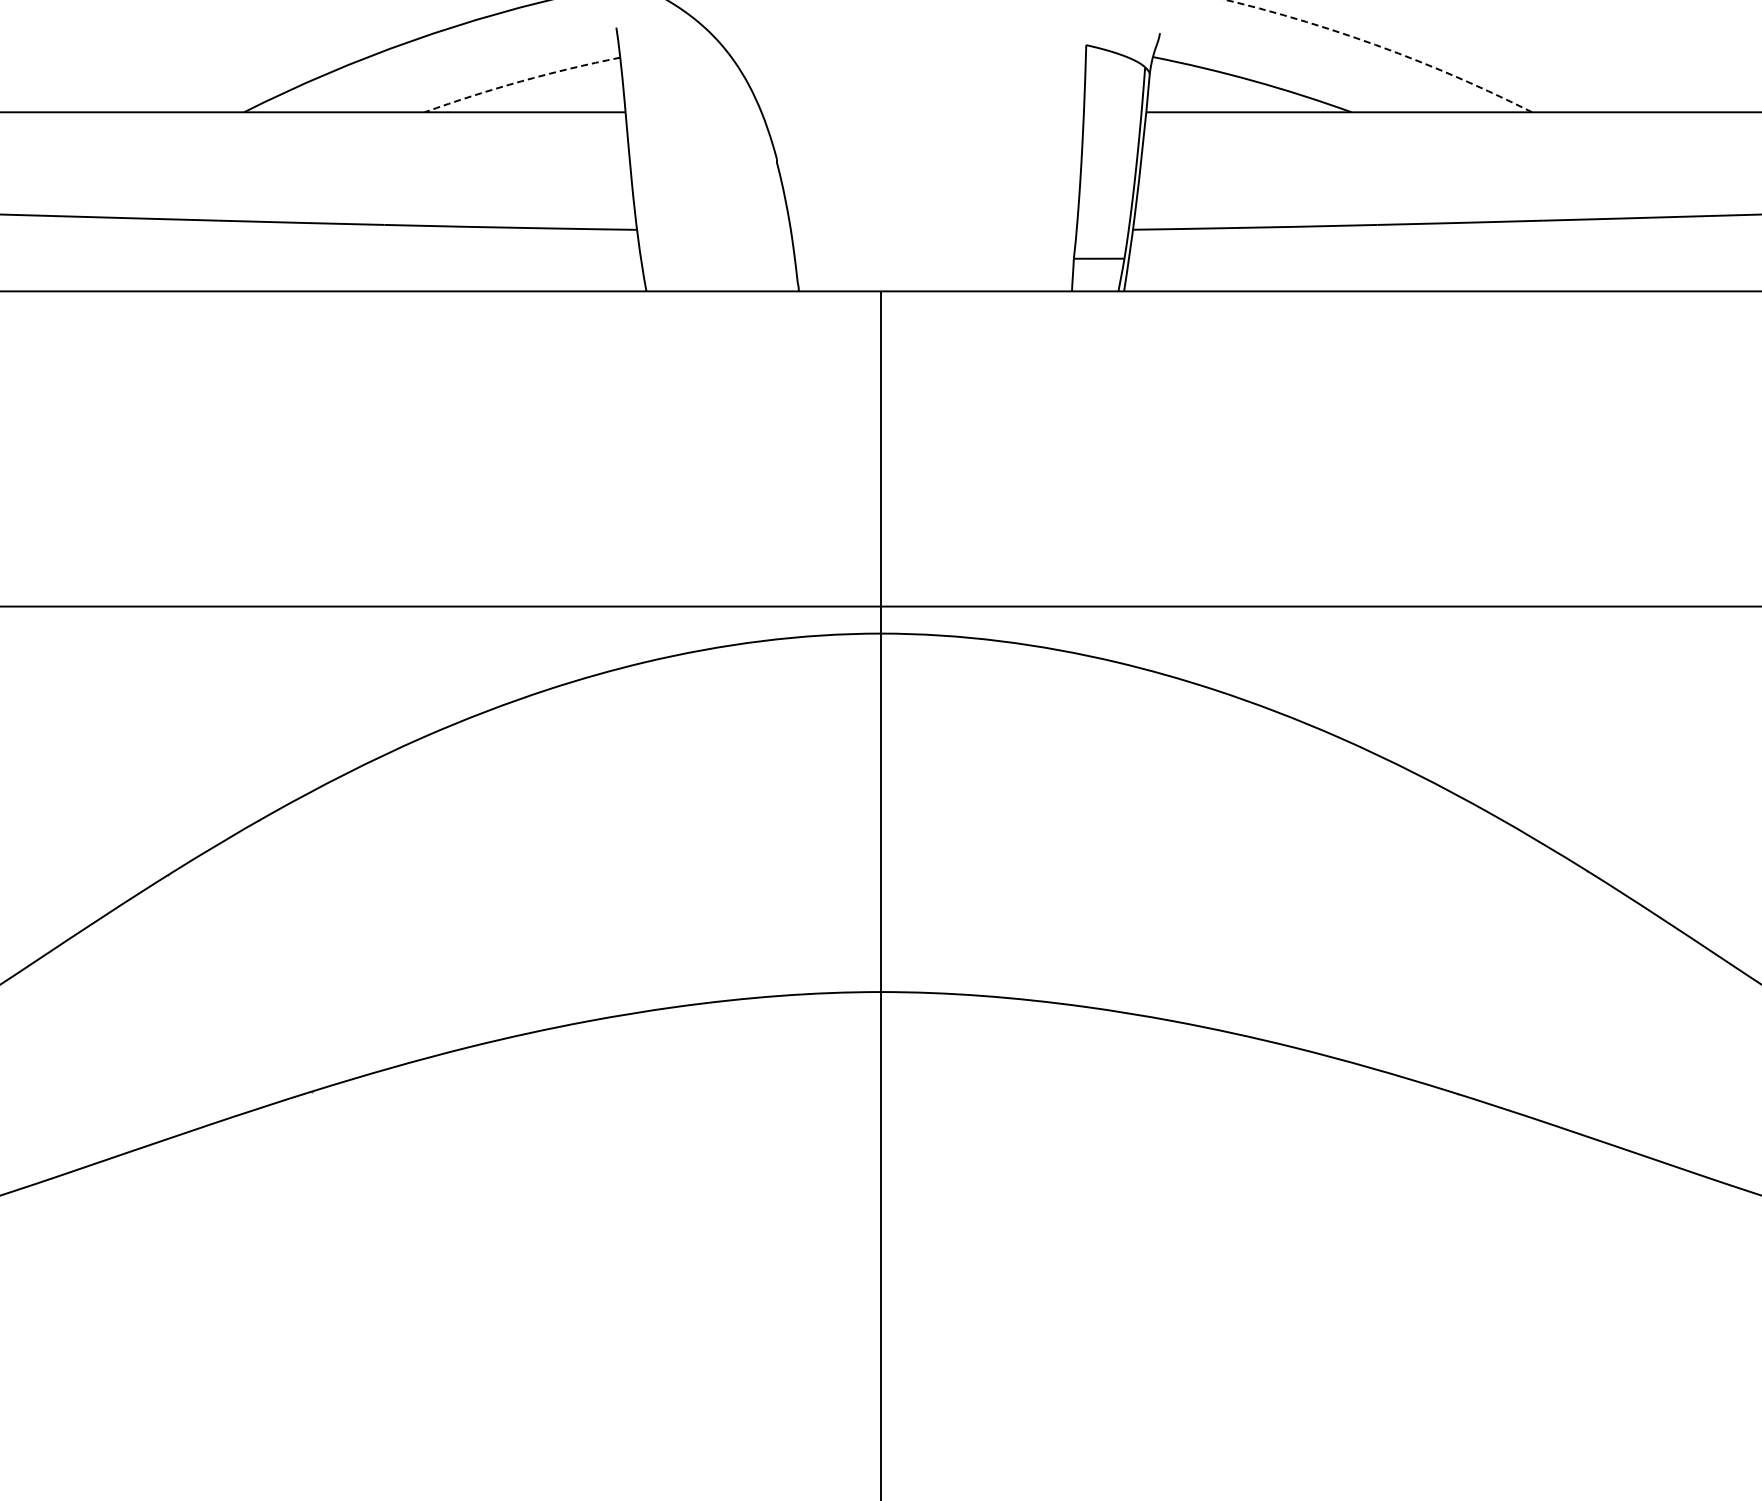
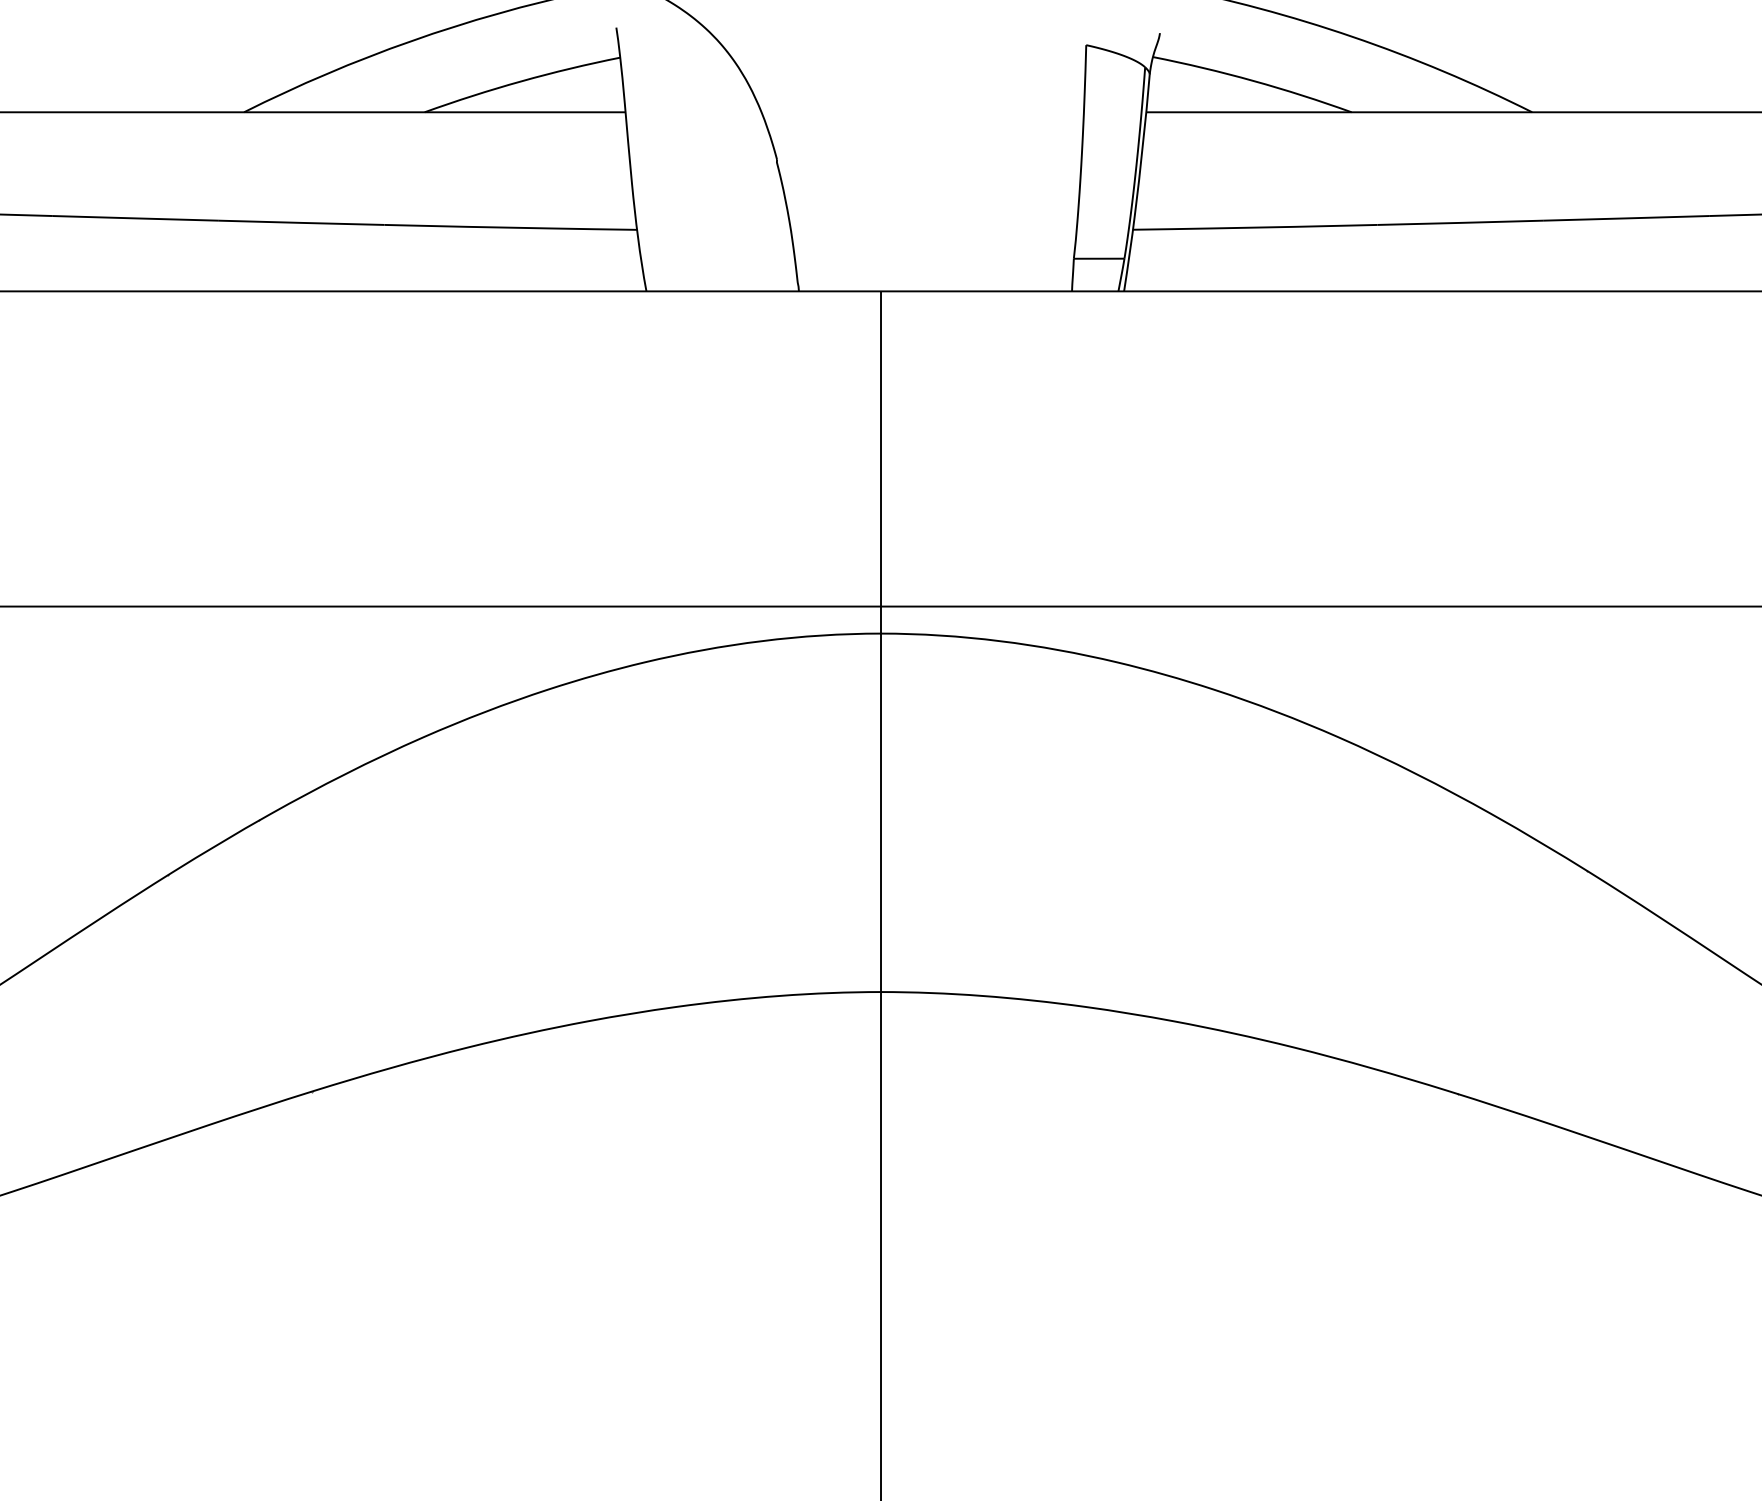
arc at (1381, 47): dashed -> solid
arc at (521, 81): dashed -> solid
